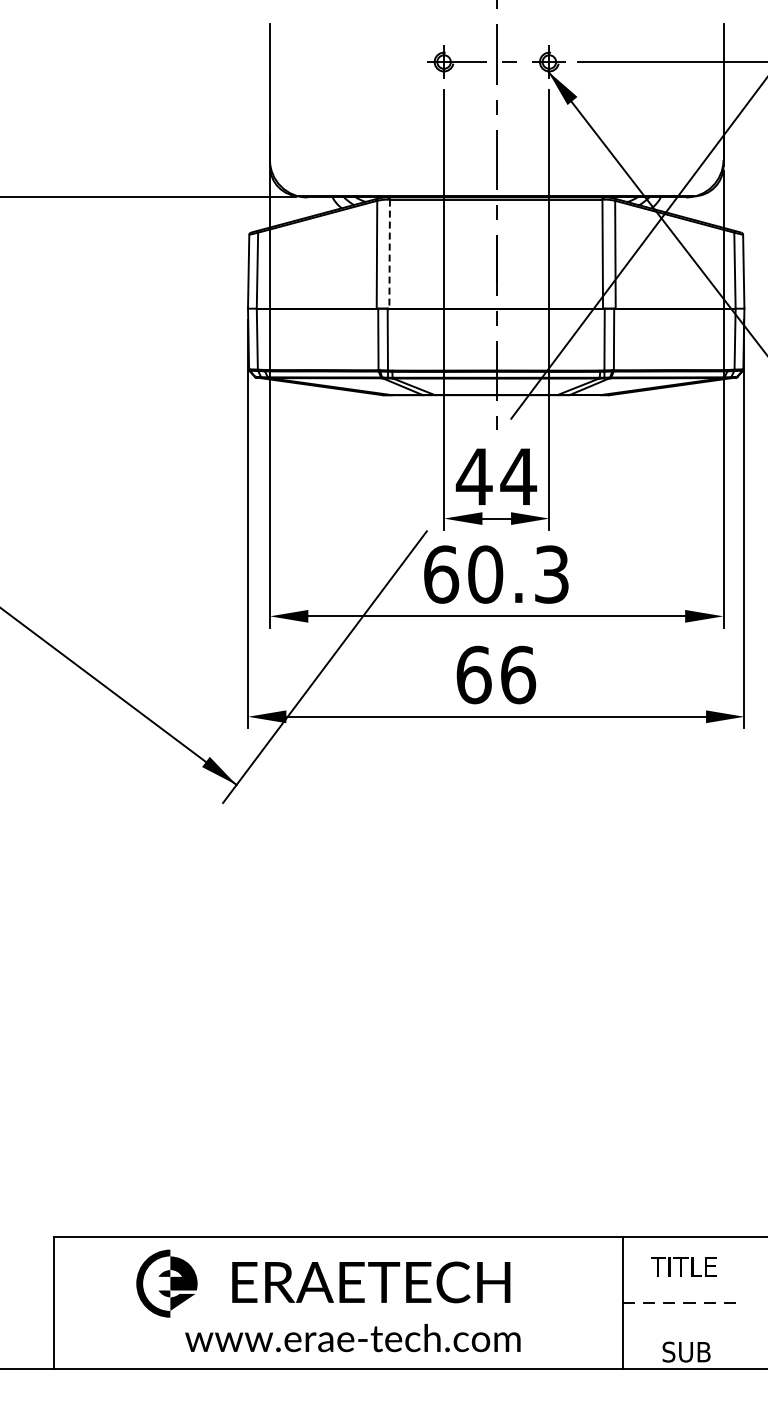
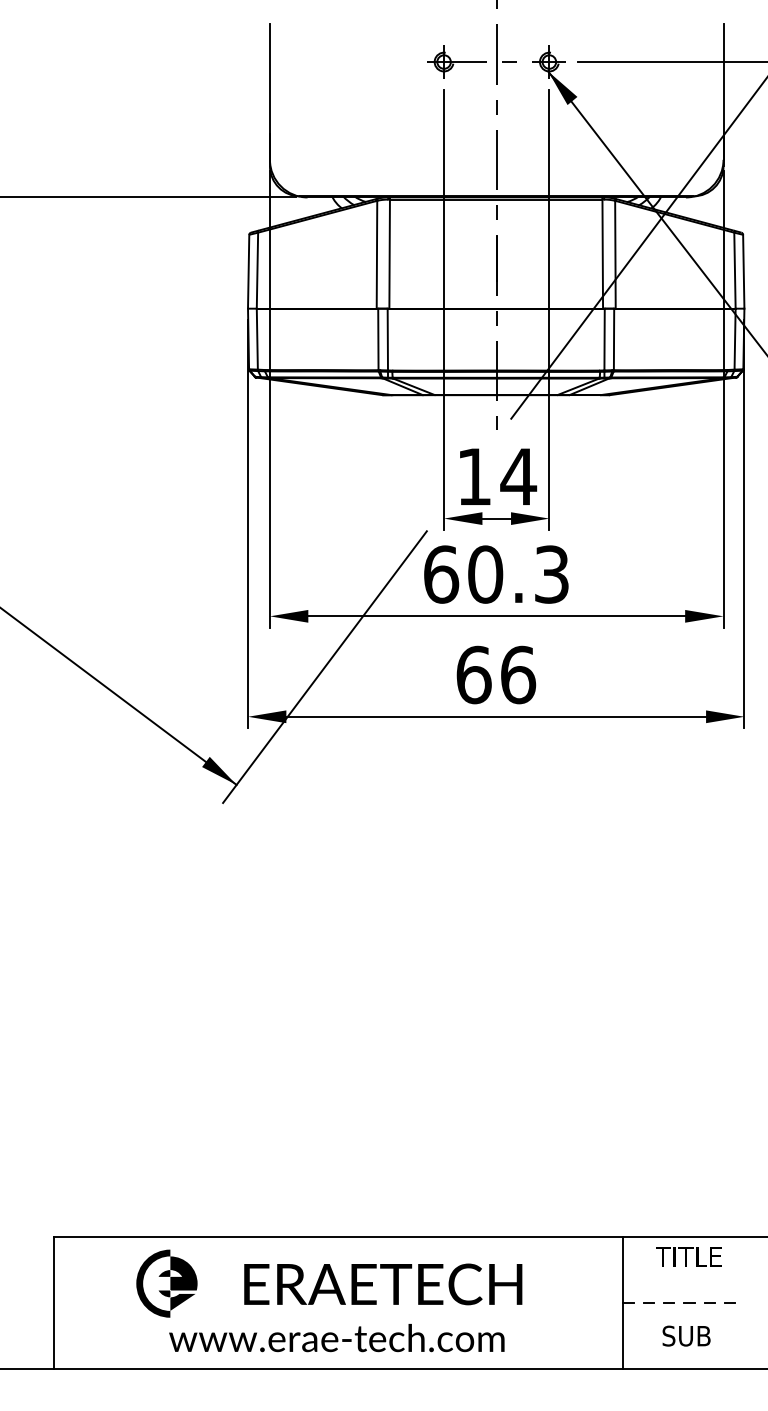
line at (389, 254): dashed -> solid
text at (473, 476): 44 -> 14
text at (683, 1266) position: (683, 1266) -> (688, 1256)
text at (371, 1282) position: (371, 1282) -> (383, 1284)
text at (352, 1338) position: (352, 1338) -> (336, 1338)
text at (686, 1351) position: (686, 1351) -> (686, 1335)
